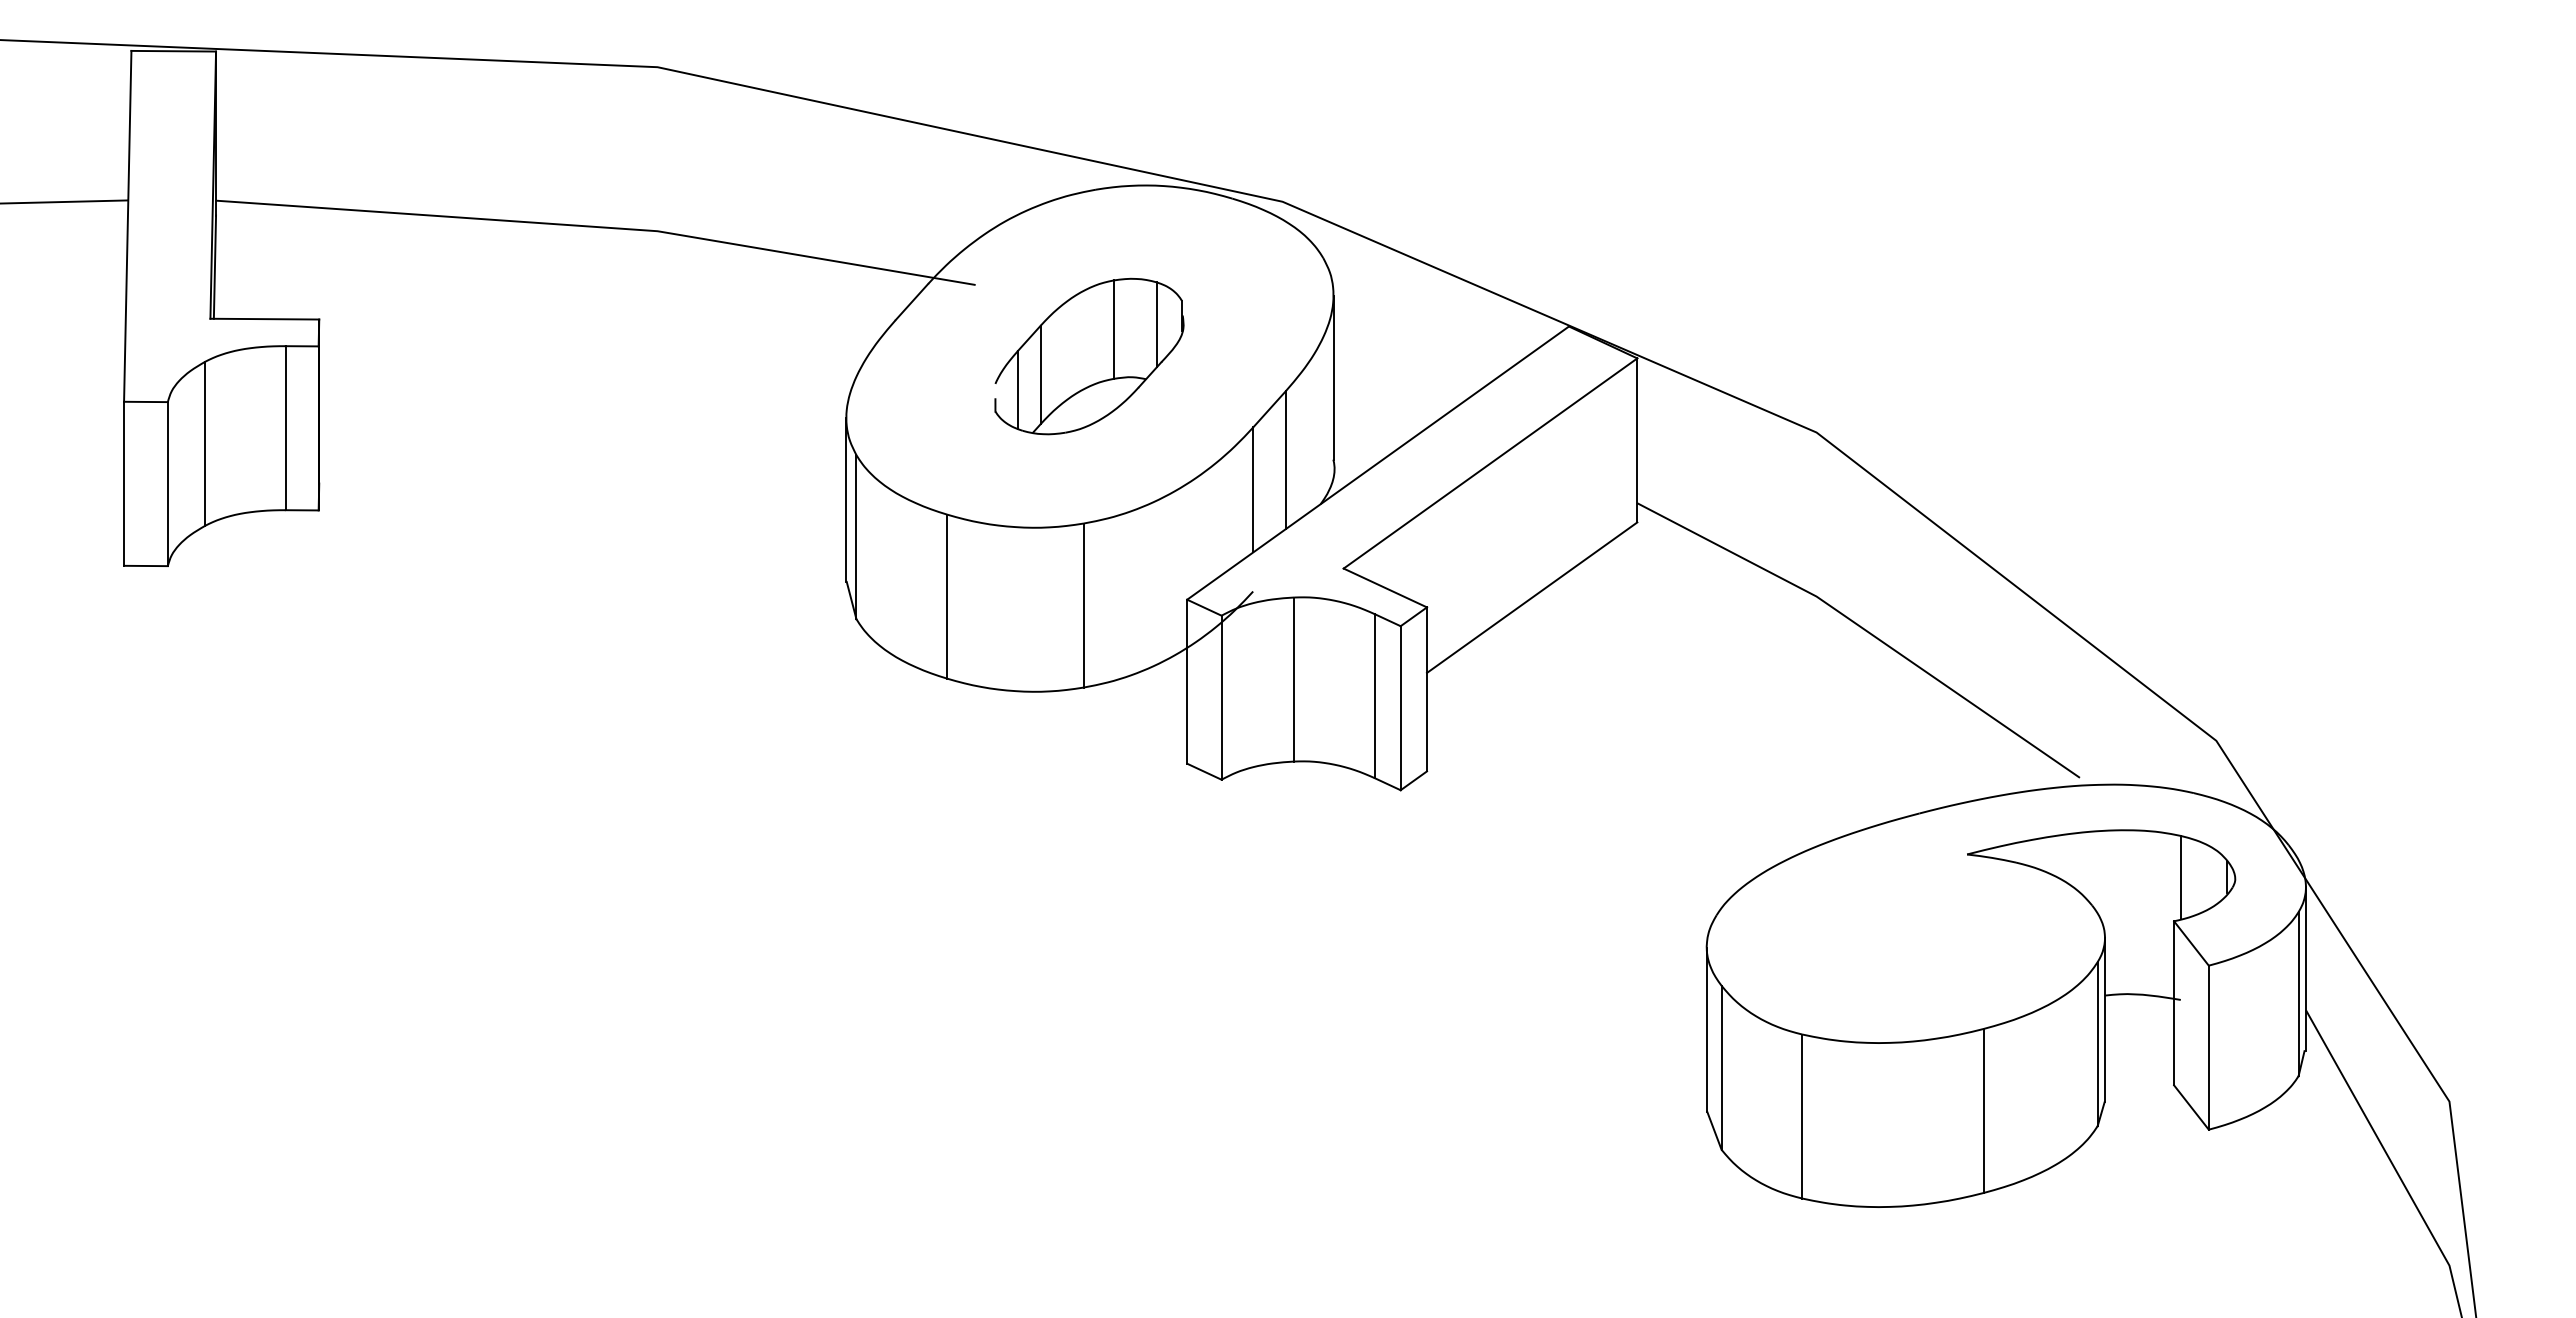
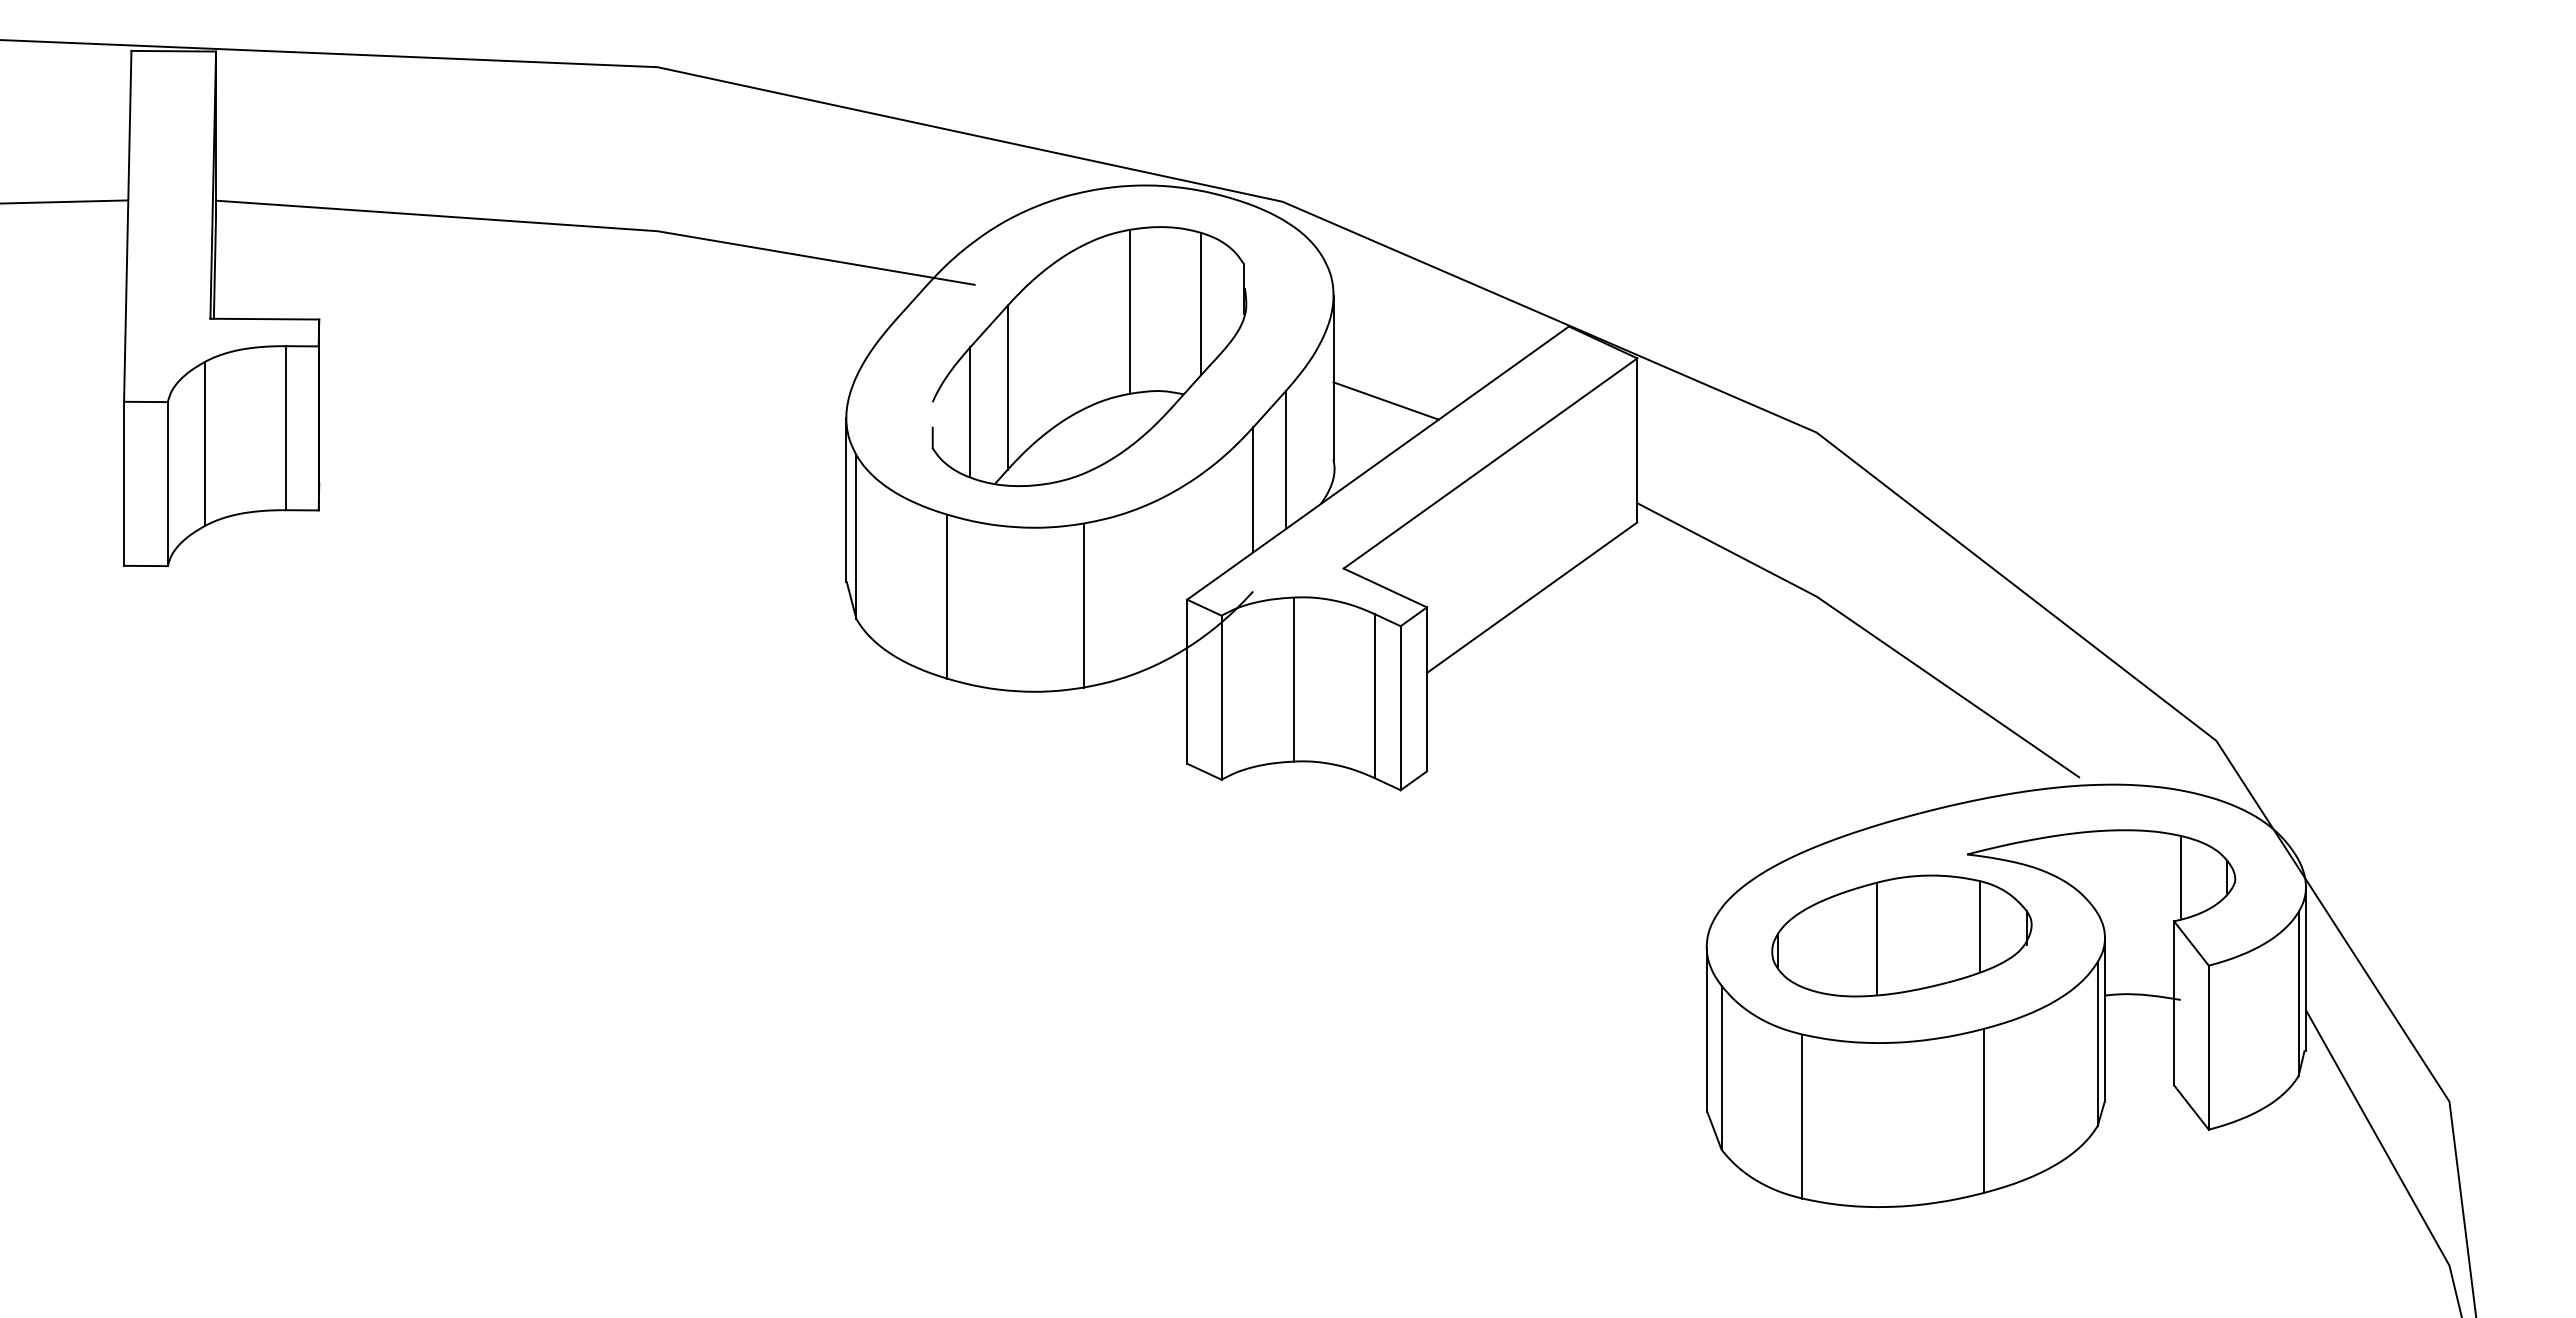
part at (1089, 356) size: 191x159 px -> 317x261 px
line at (1385, 400): none -> present
part at (1901, 935): none -> present
